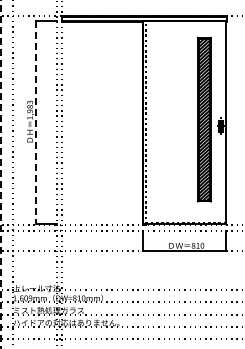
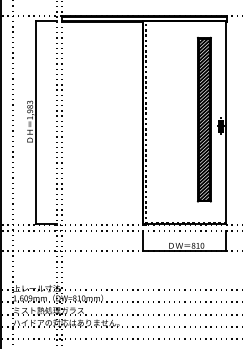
line at (36, 122): dashed -> solid
line at (0, 174): dashed -> solid
